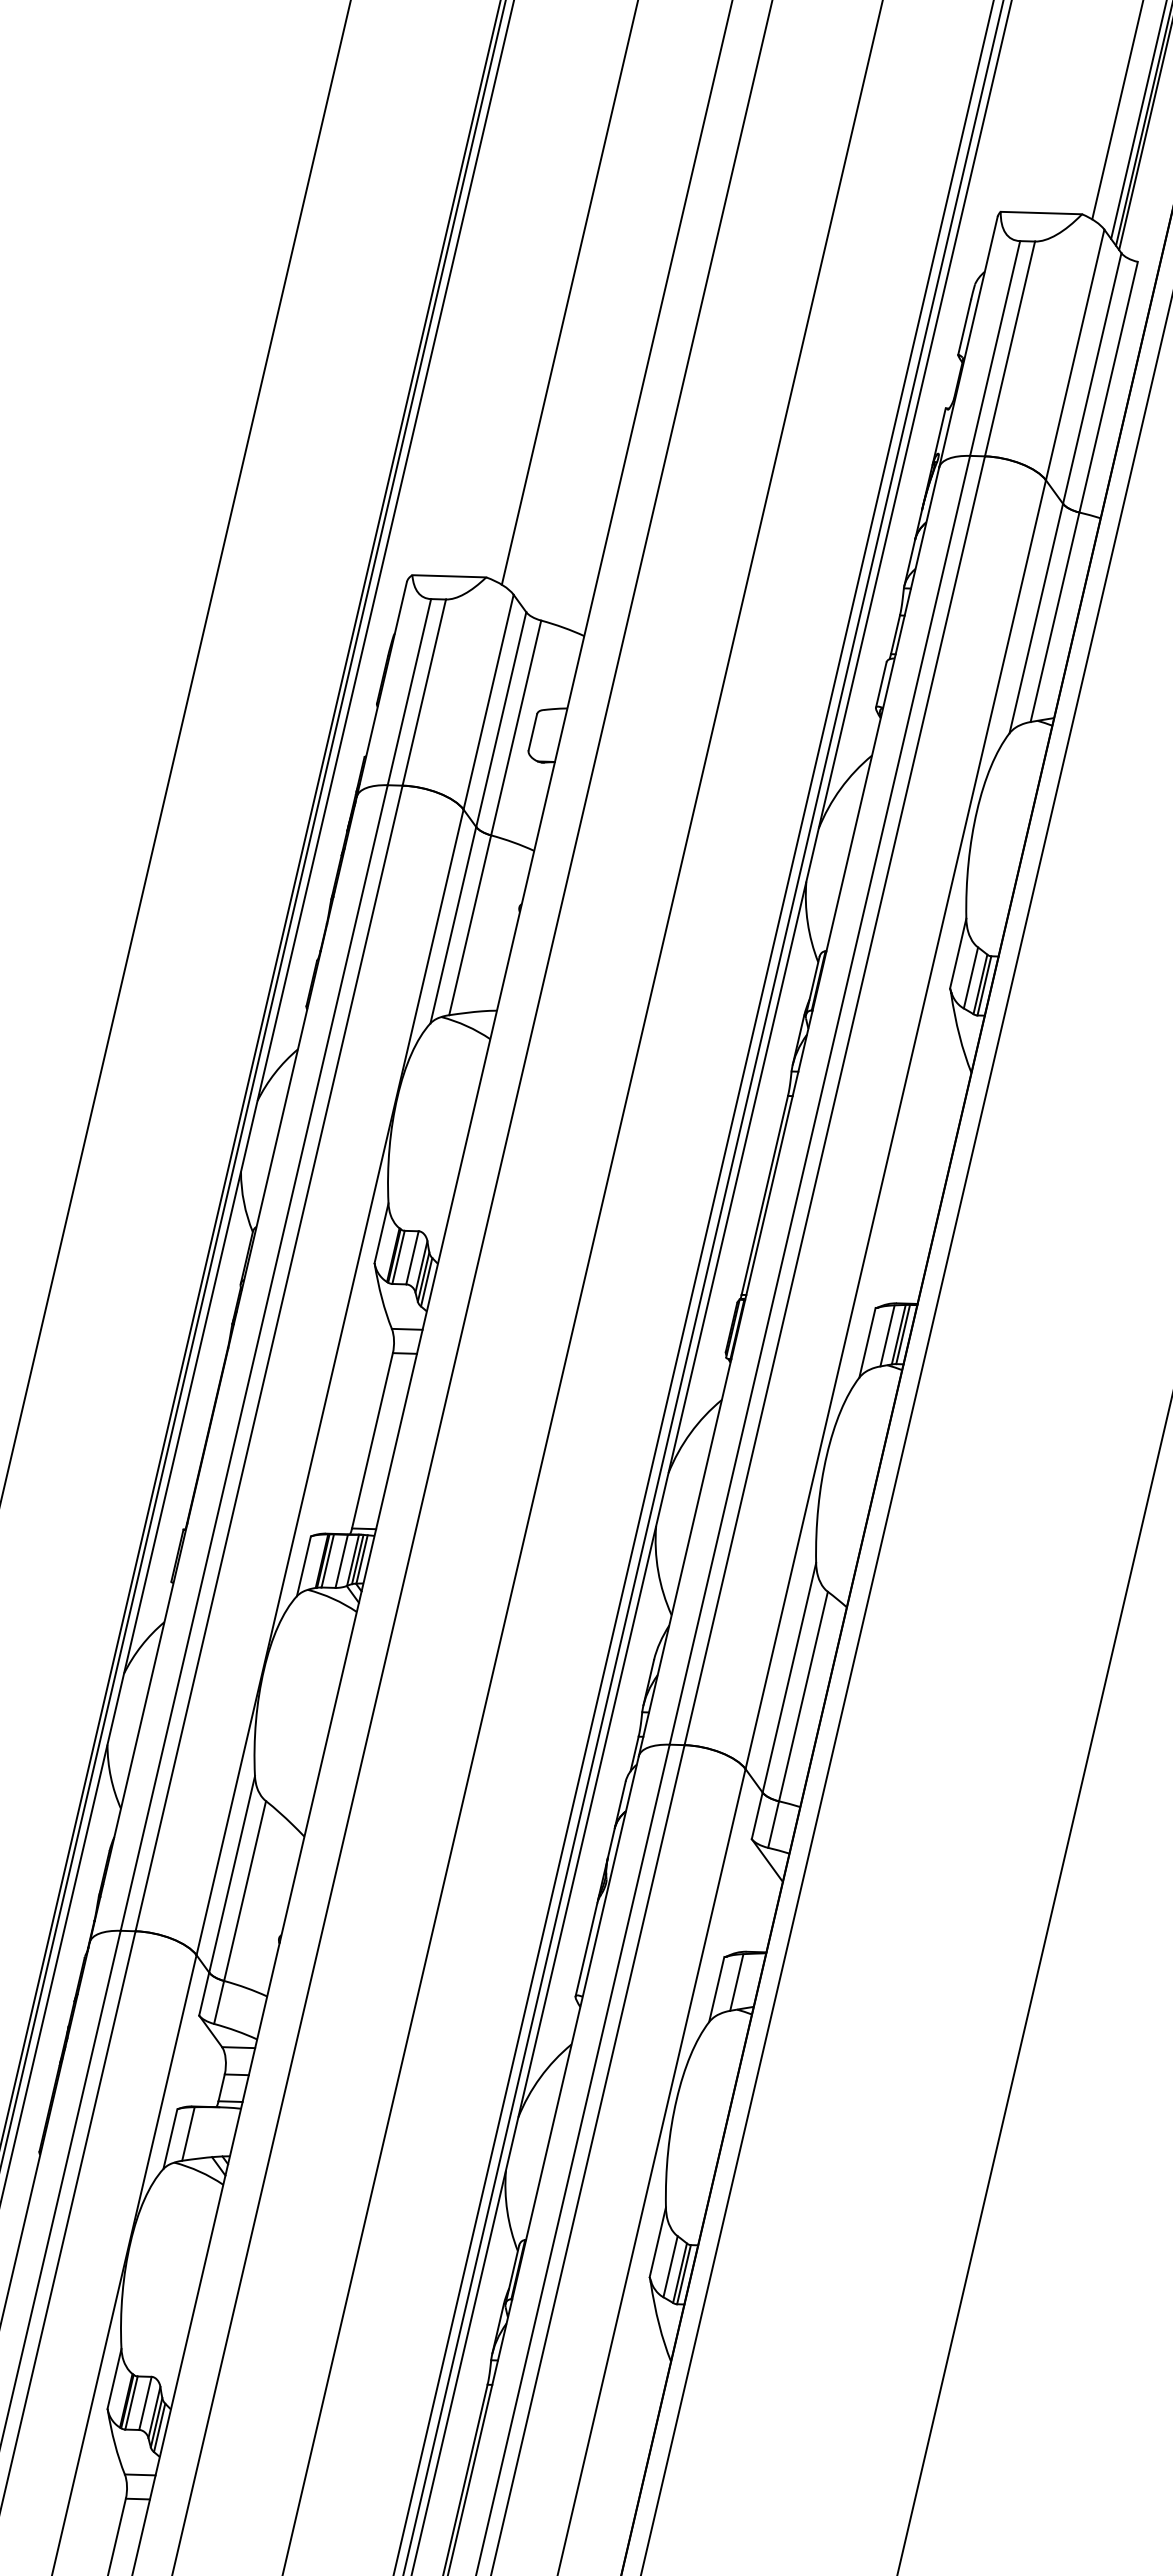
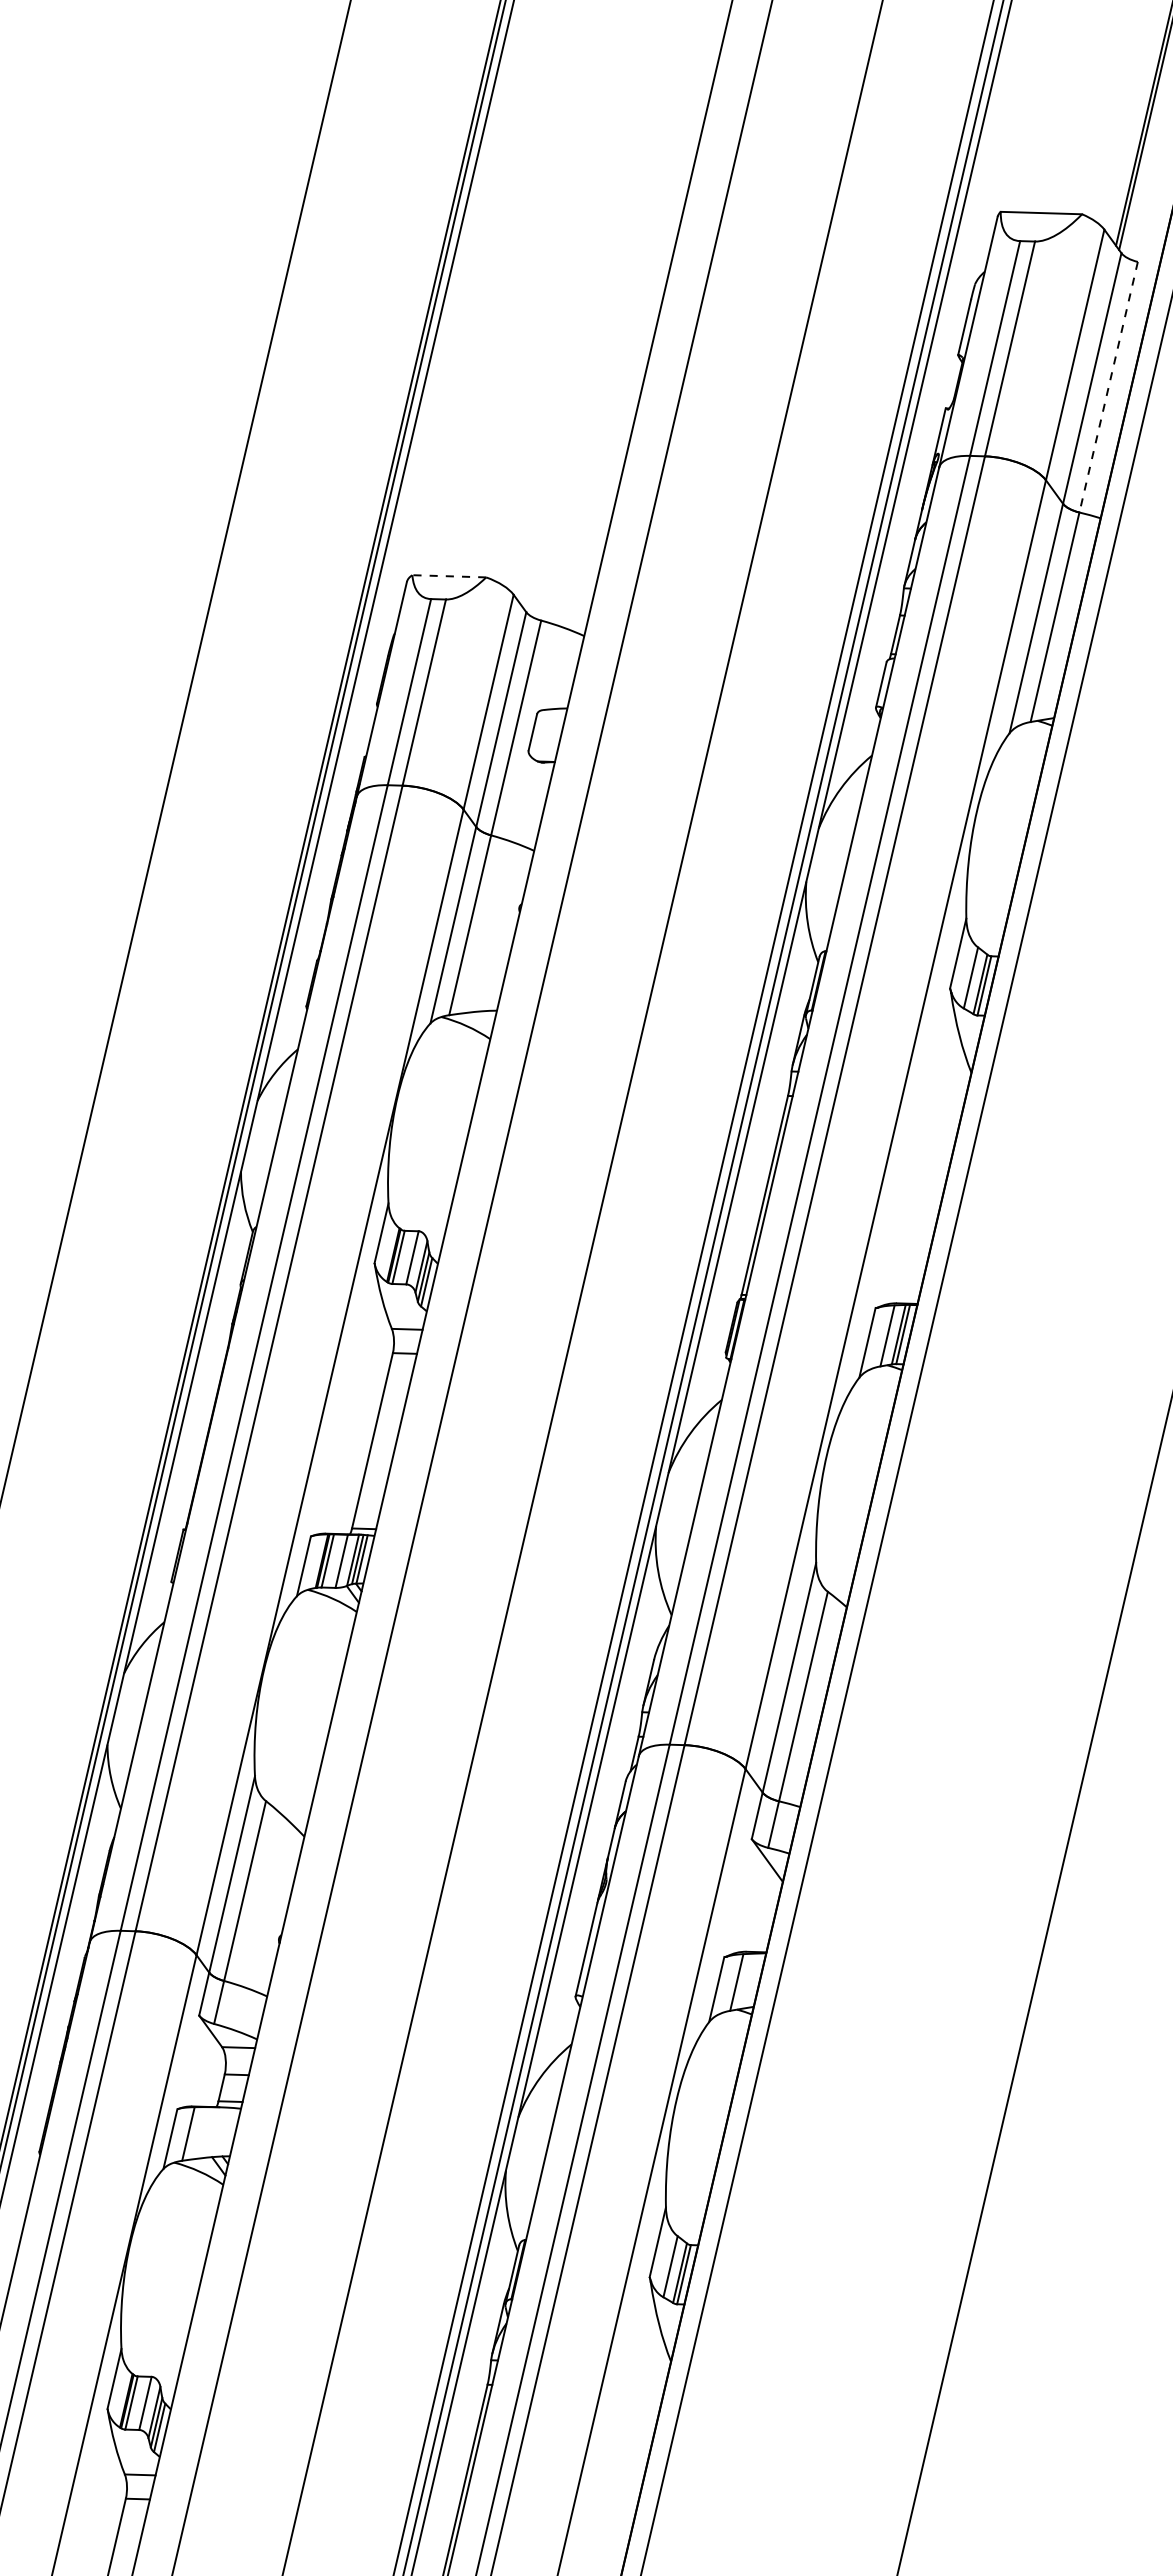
line at (1117, 110): present -> none
line at (1138, 120): present -> none
line at (569, 293): present -> none
line at (1108, 387): solid -> dashed
line at (449, 576): solid -> dashed
